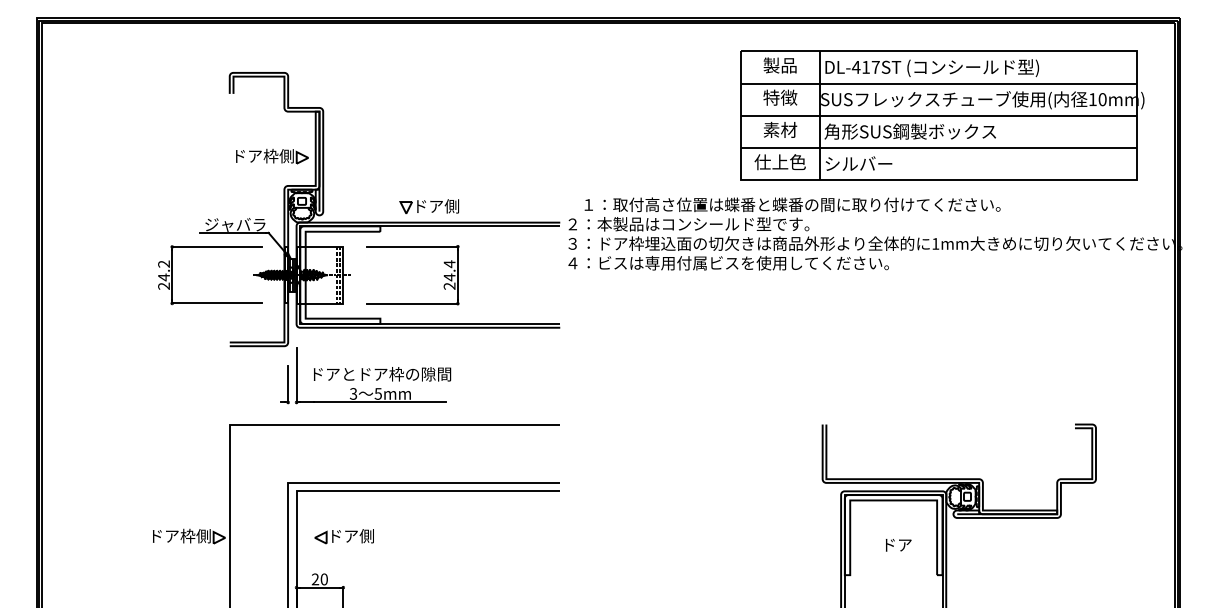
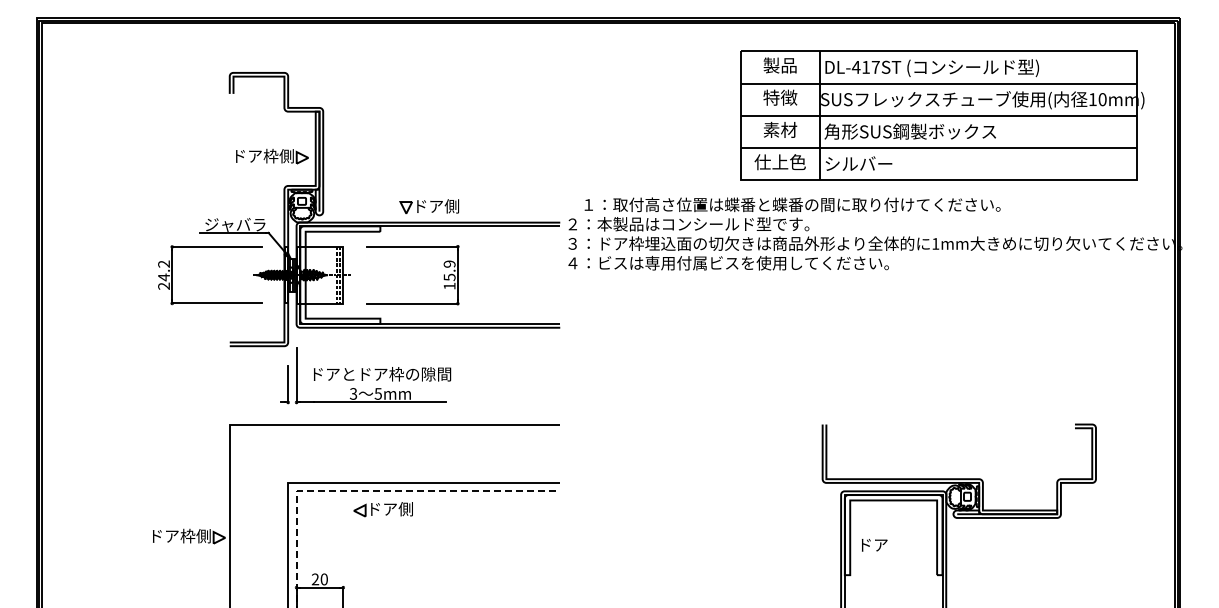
text at (449, 274): 24.4 -> 15.9
line at (370, 491): solid -> dashed
part at (343, 536) position: (343, 536) -> (382, 509)
text at (898, 545) position: (898, 545) -> (874, 545)
